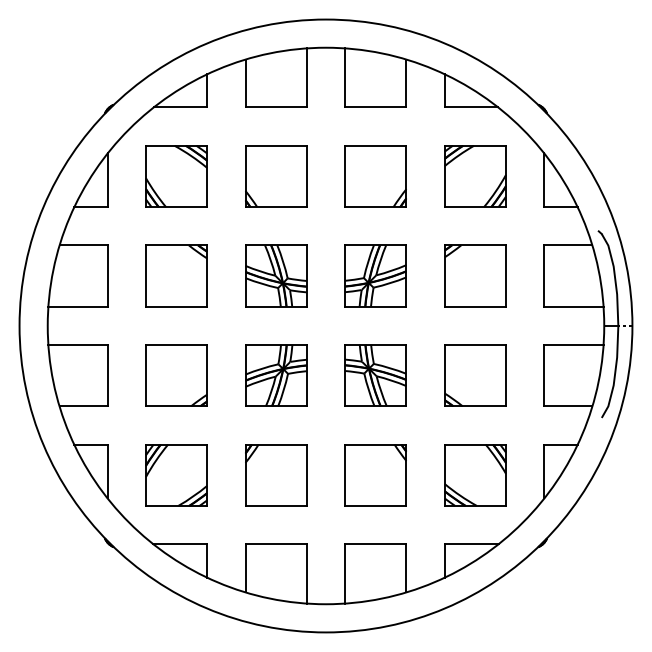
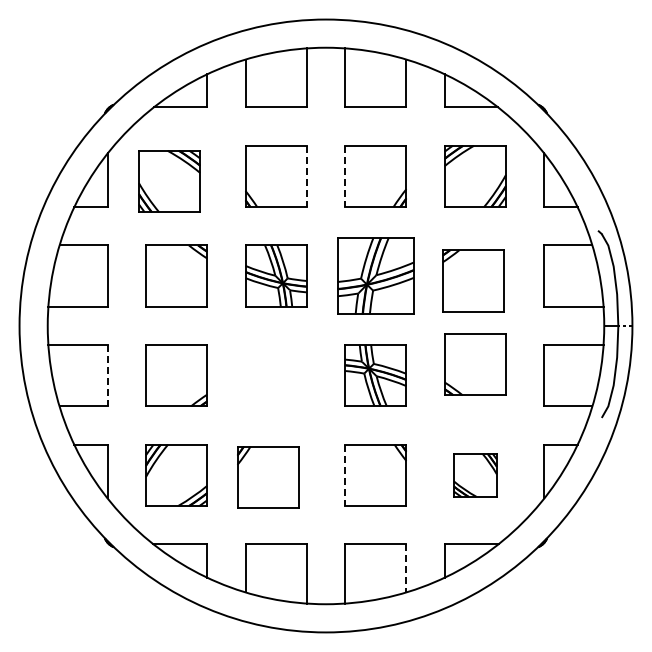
part at (176, 176) position: (176, 176) -> (169, 181)
line at (306, 176): solid -> dashed
line at (345, 176): solid -> dashed
part at (375, 275) size: 63x64 px -> 78x78 px
part at (475, 275) position: (475, 275) -> (473, 280)
line at (107, 375): solid -> dashed
part at (276, 375): present -> none
part at (475, 375) position: (475, 375) -> (475, 364)
part at (276, 475) position: (276, 475) -> (268, 477)
line at (345, 475): solid -> dashed
part at (475, 475) size: 63x63 px -> 45x45 px
line at (406, 568): solid -> dashed
